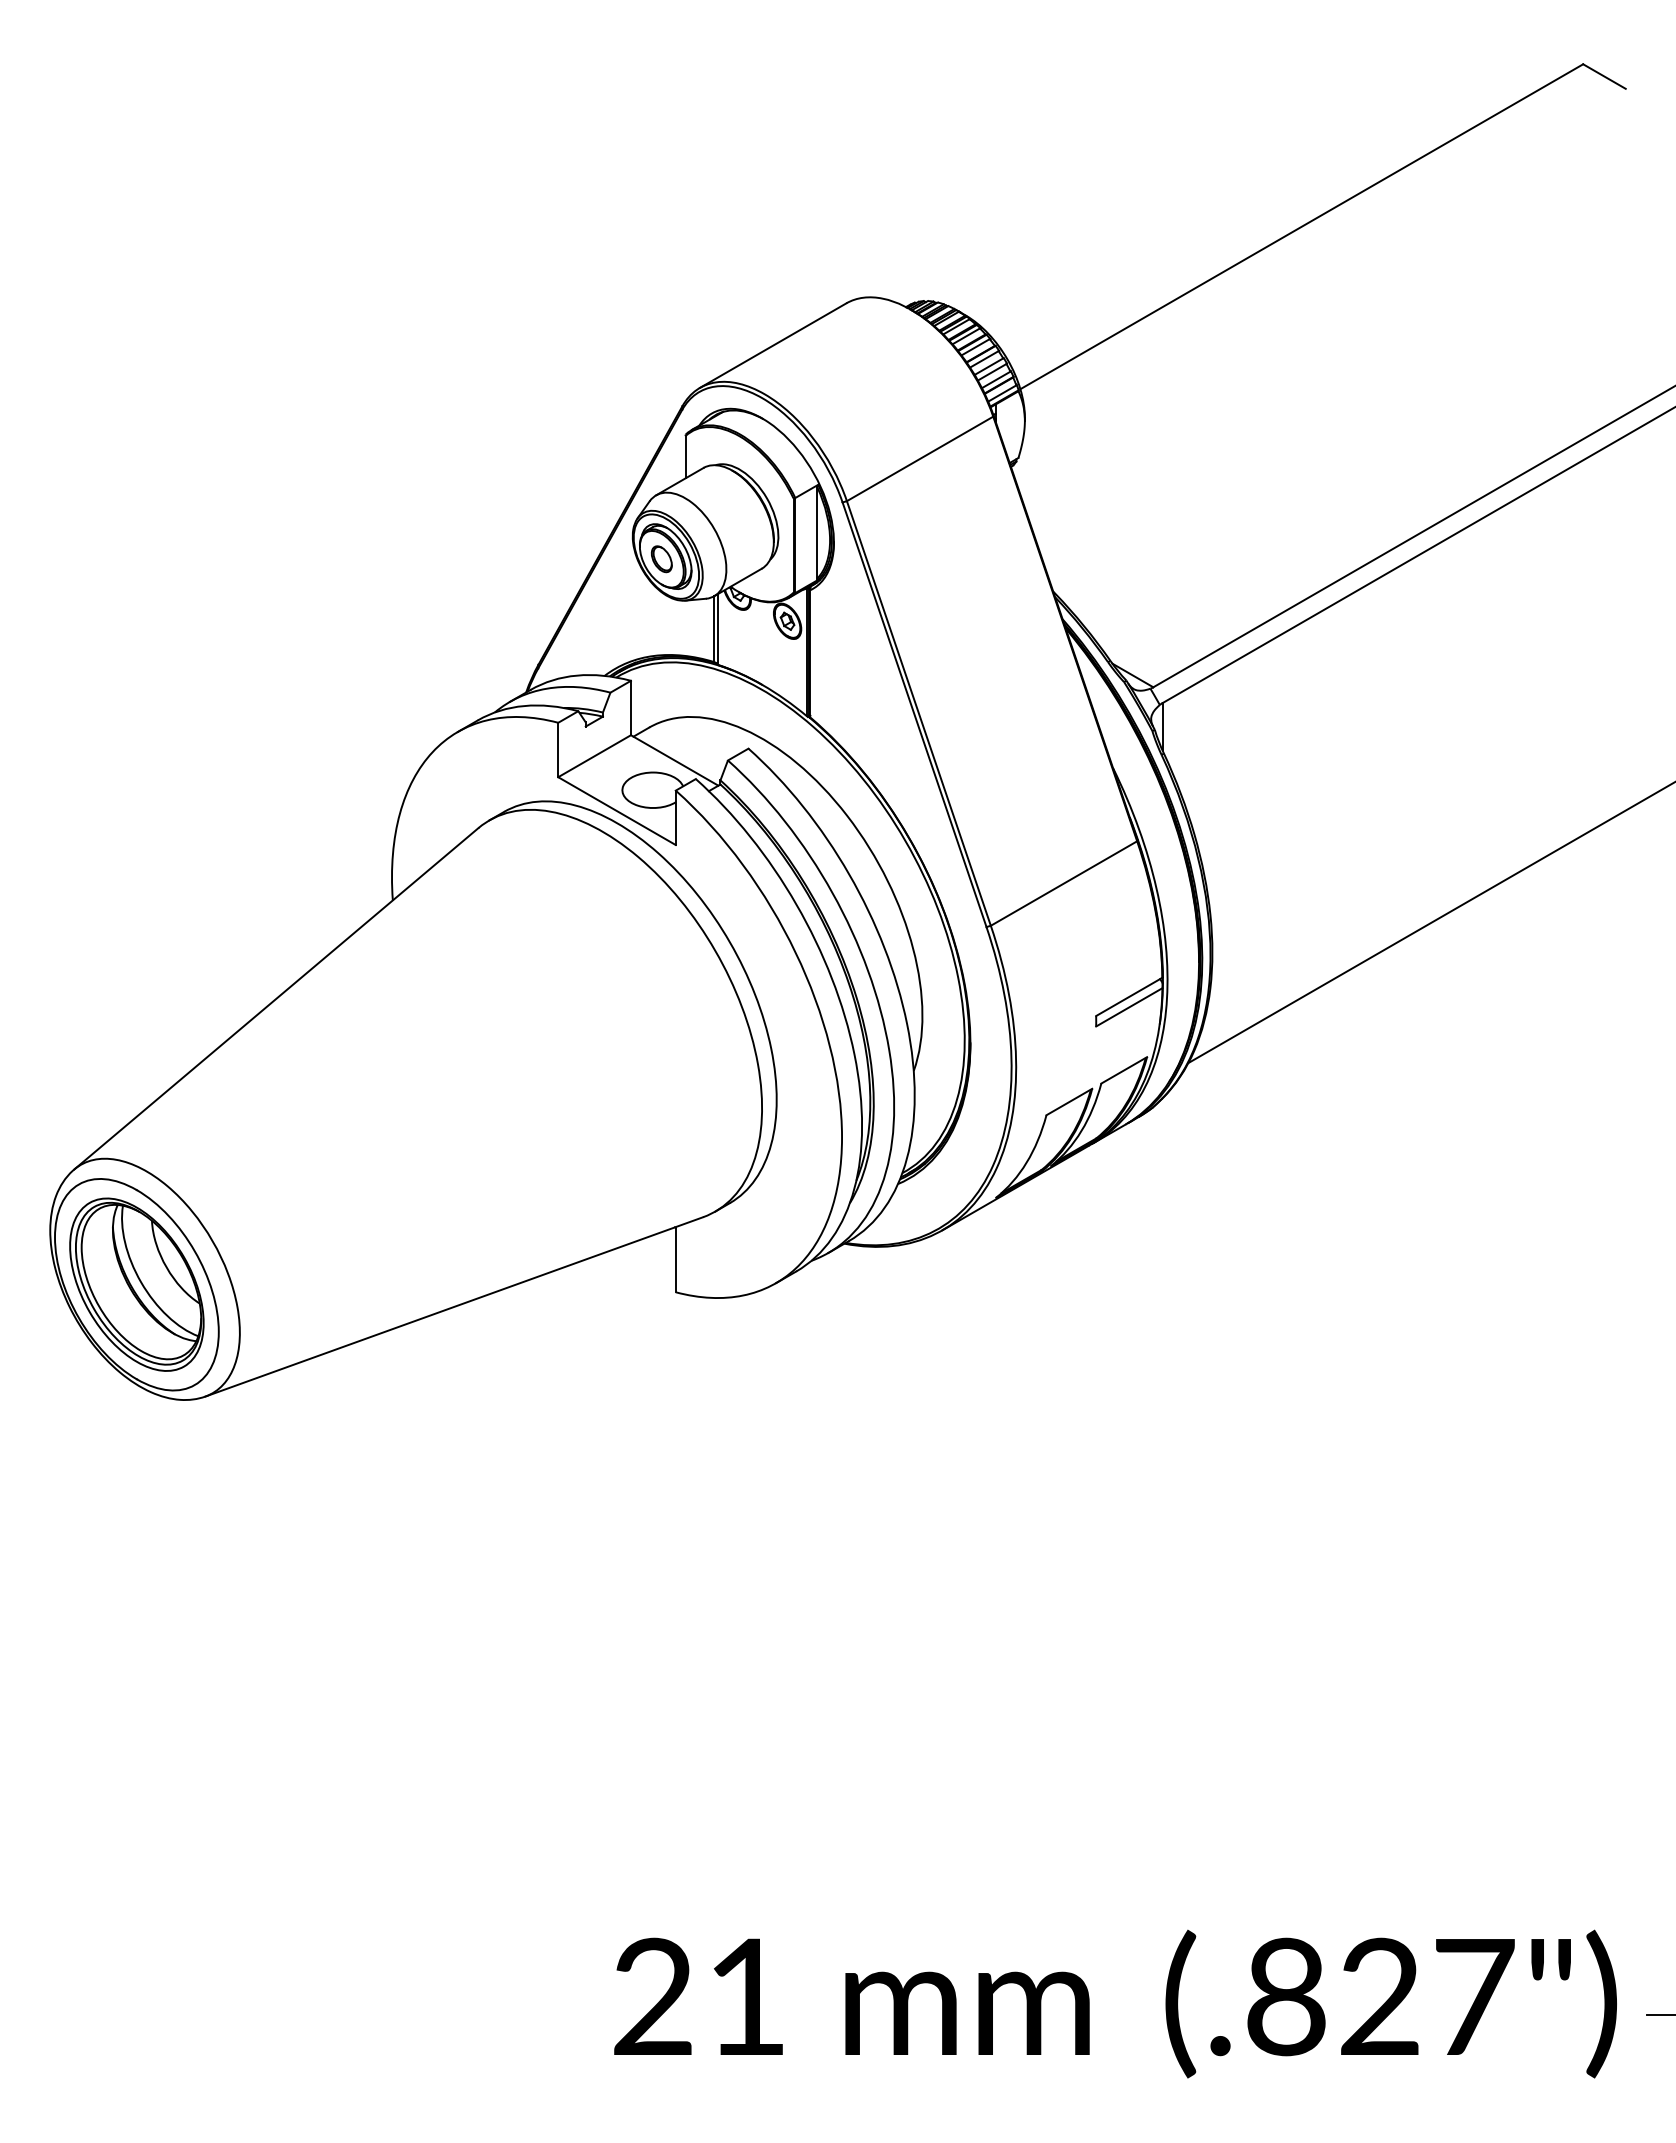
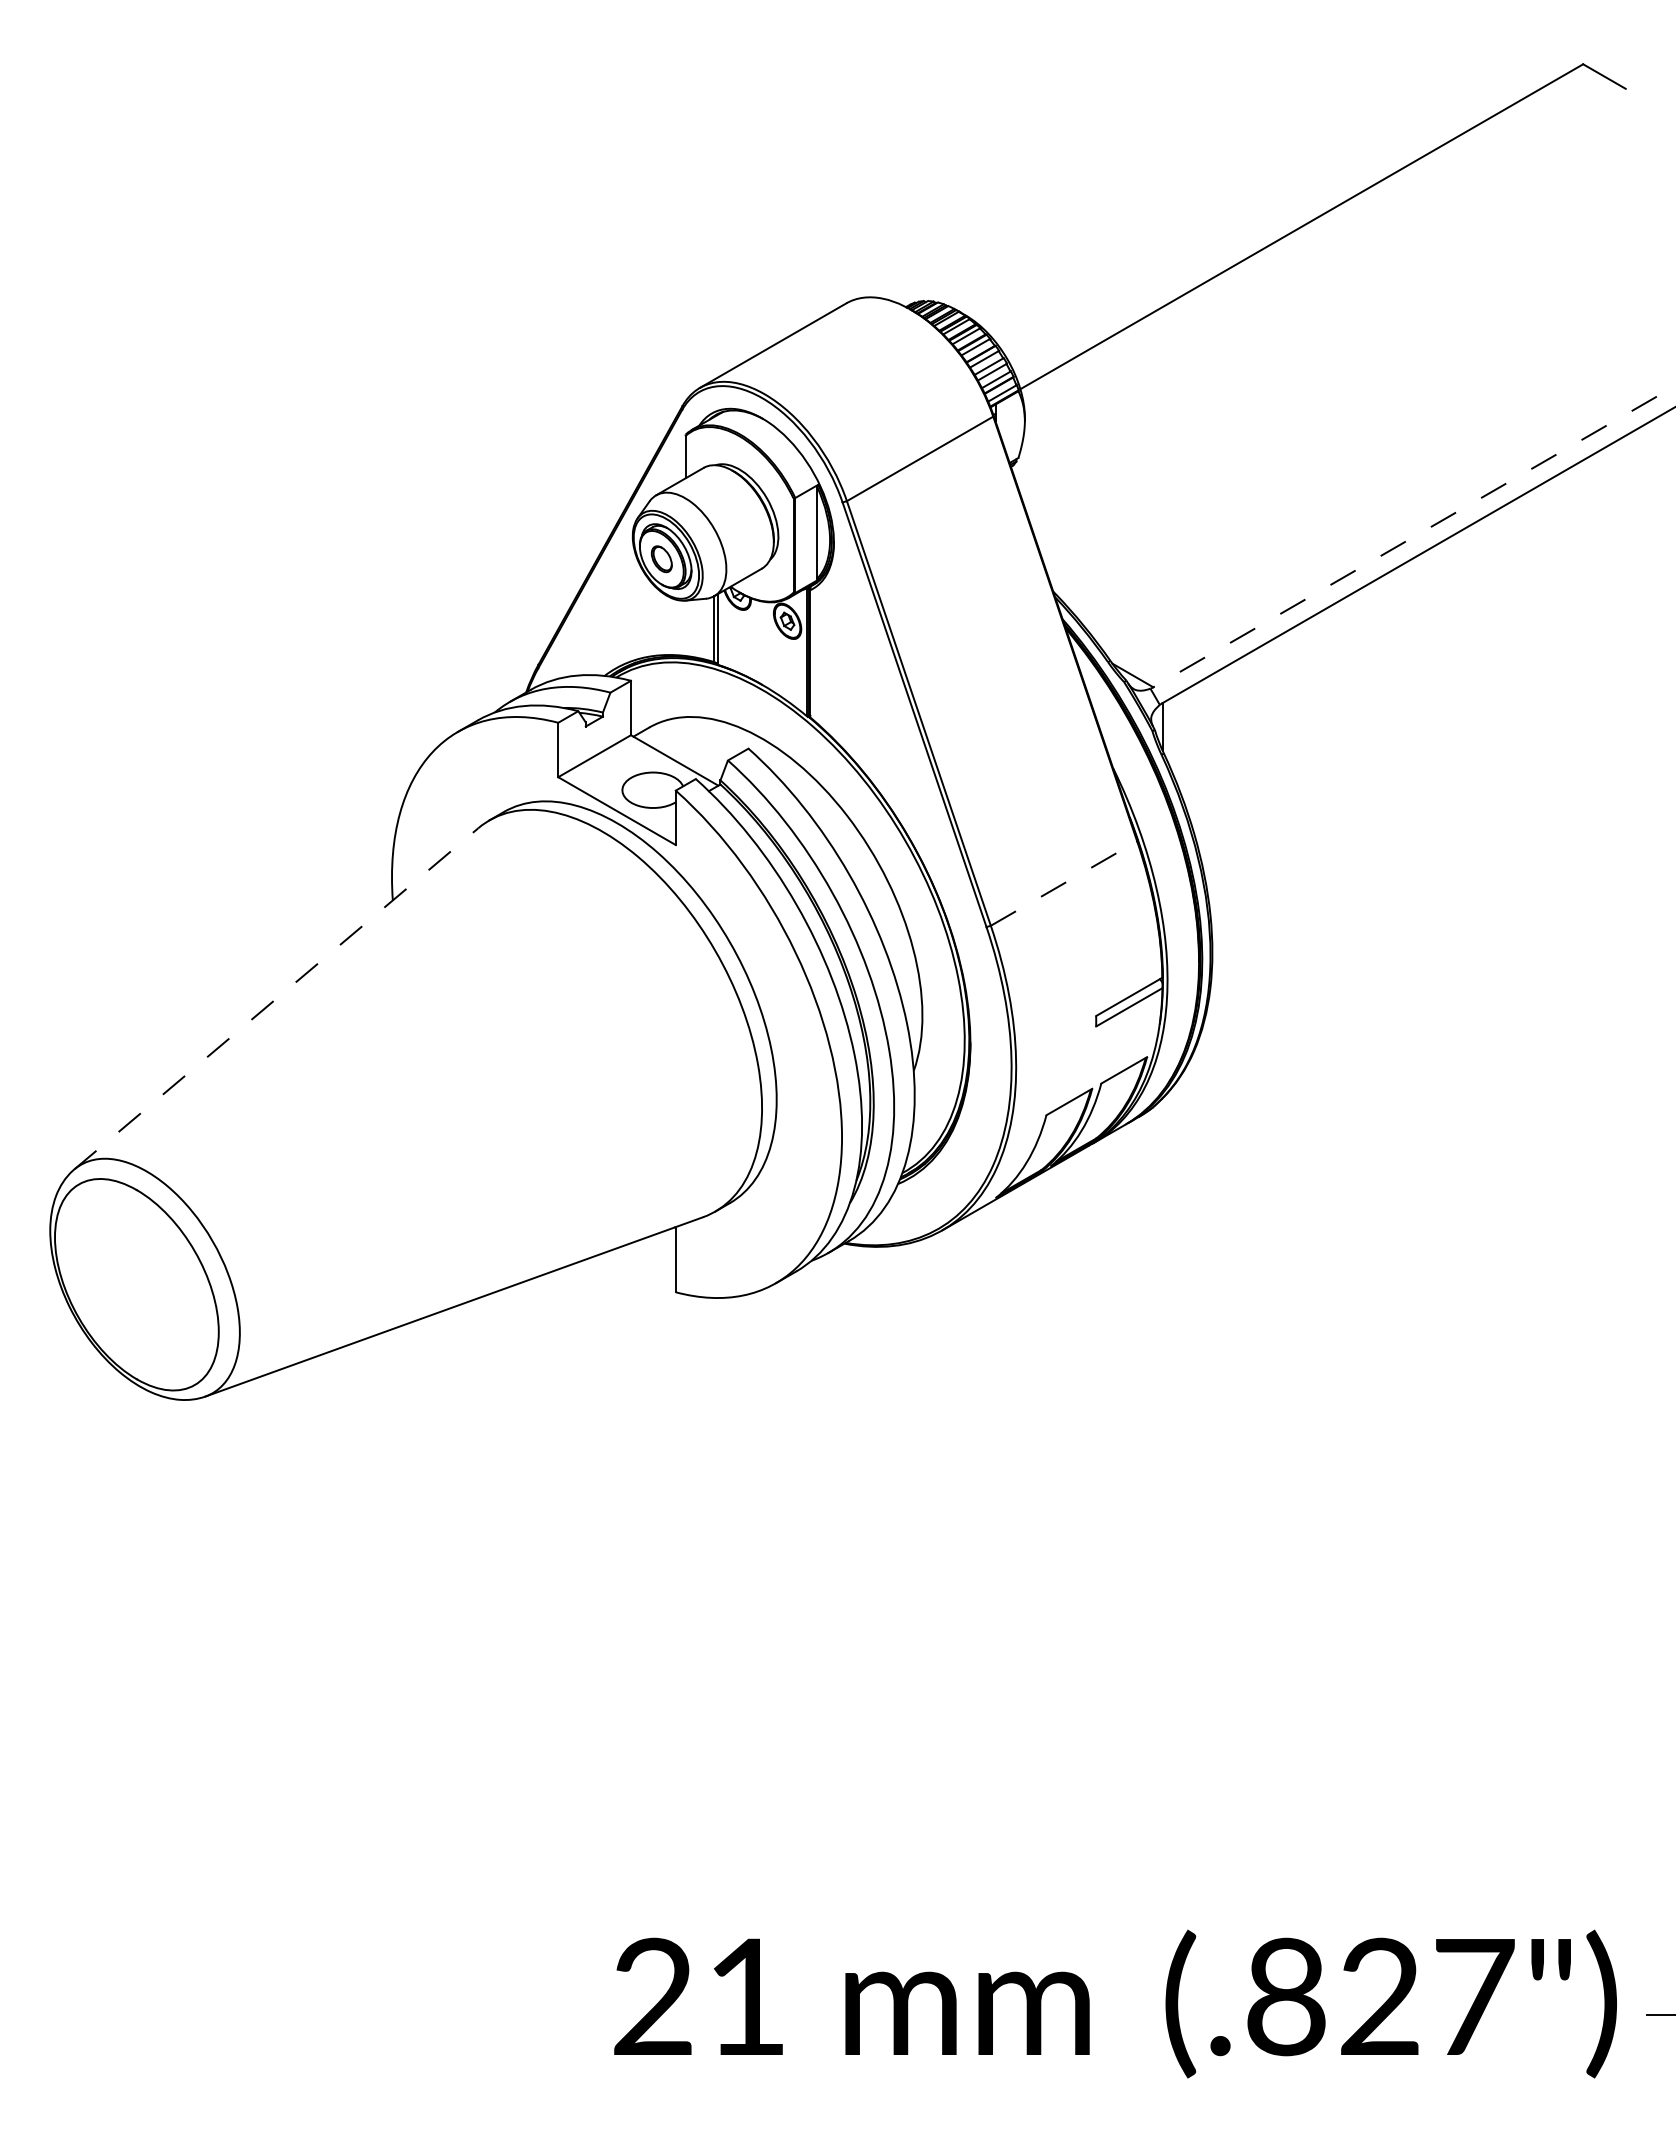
line at (1414, 536): solid -> dashed
line at (1064, 883): solid -> dashed
line at (1430, 923): present -> none
line at (276, 998): solid -> dashed
part at (136, 1284): present -> none
